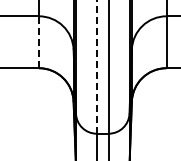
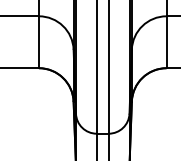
line at (38, 42): dashed -> solid
line at (96, 66): dashed -> solid
